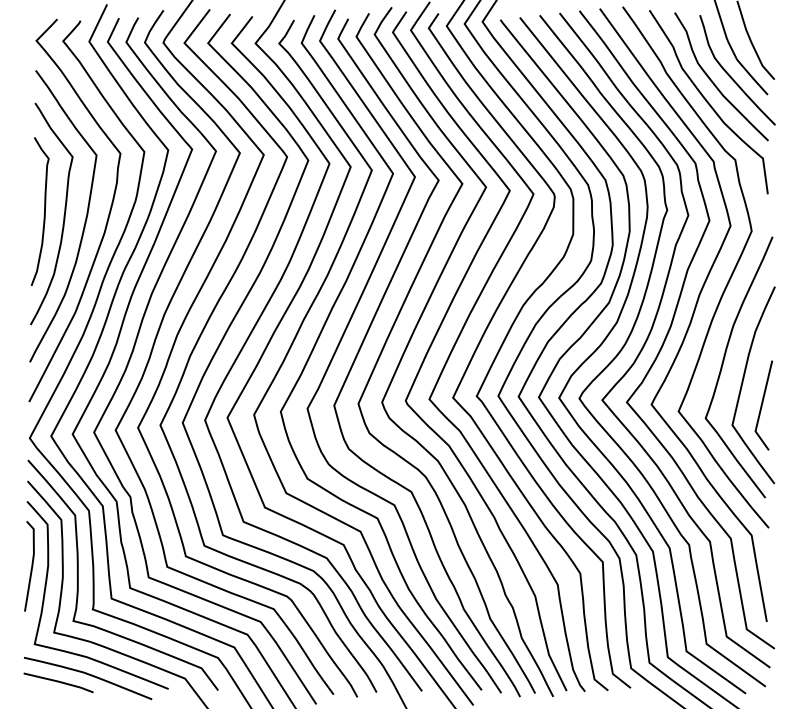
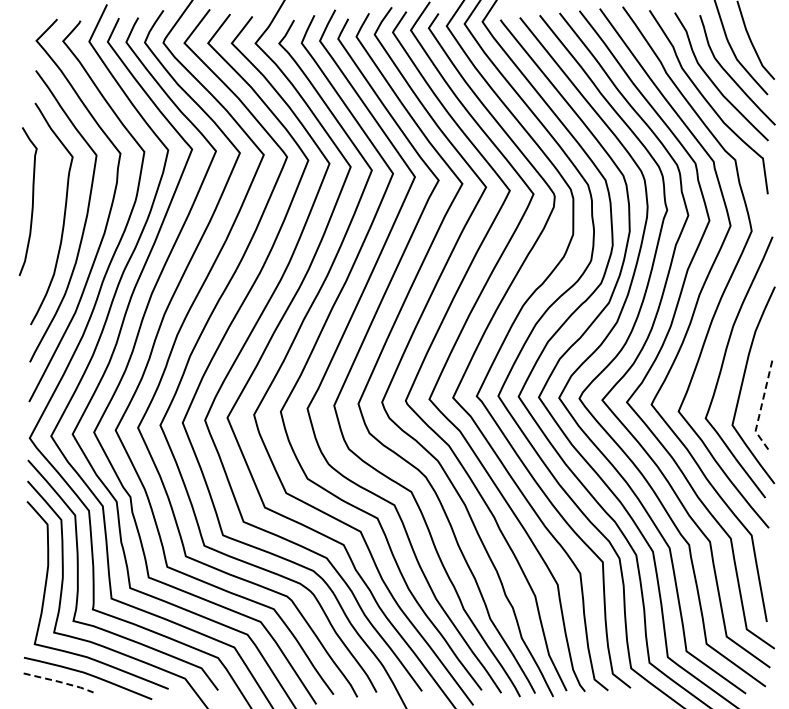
curve at (44, 211) position: (44, 211) -> (32, 201)
line at (761, 408): solid -> dashed
curve at (31, 566): present -> none
line at (58, 681): solid -> dashed
